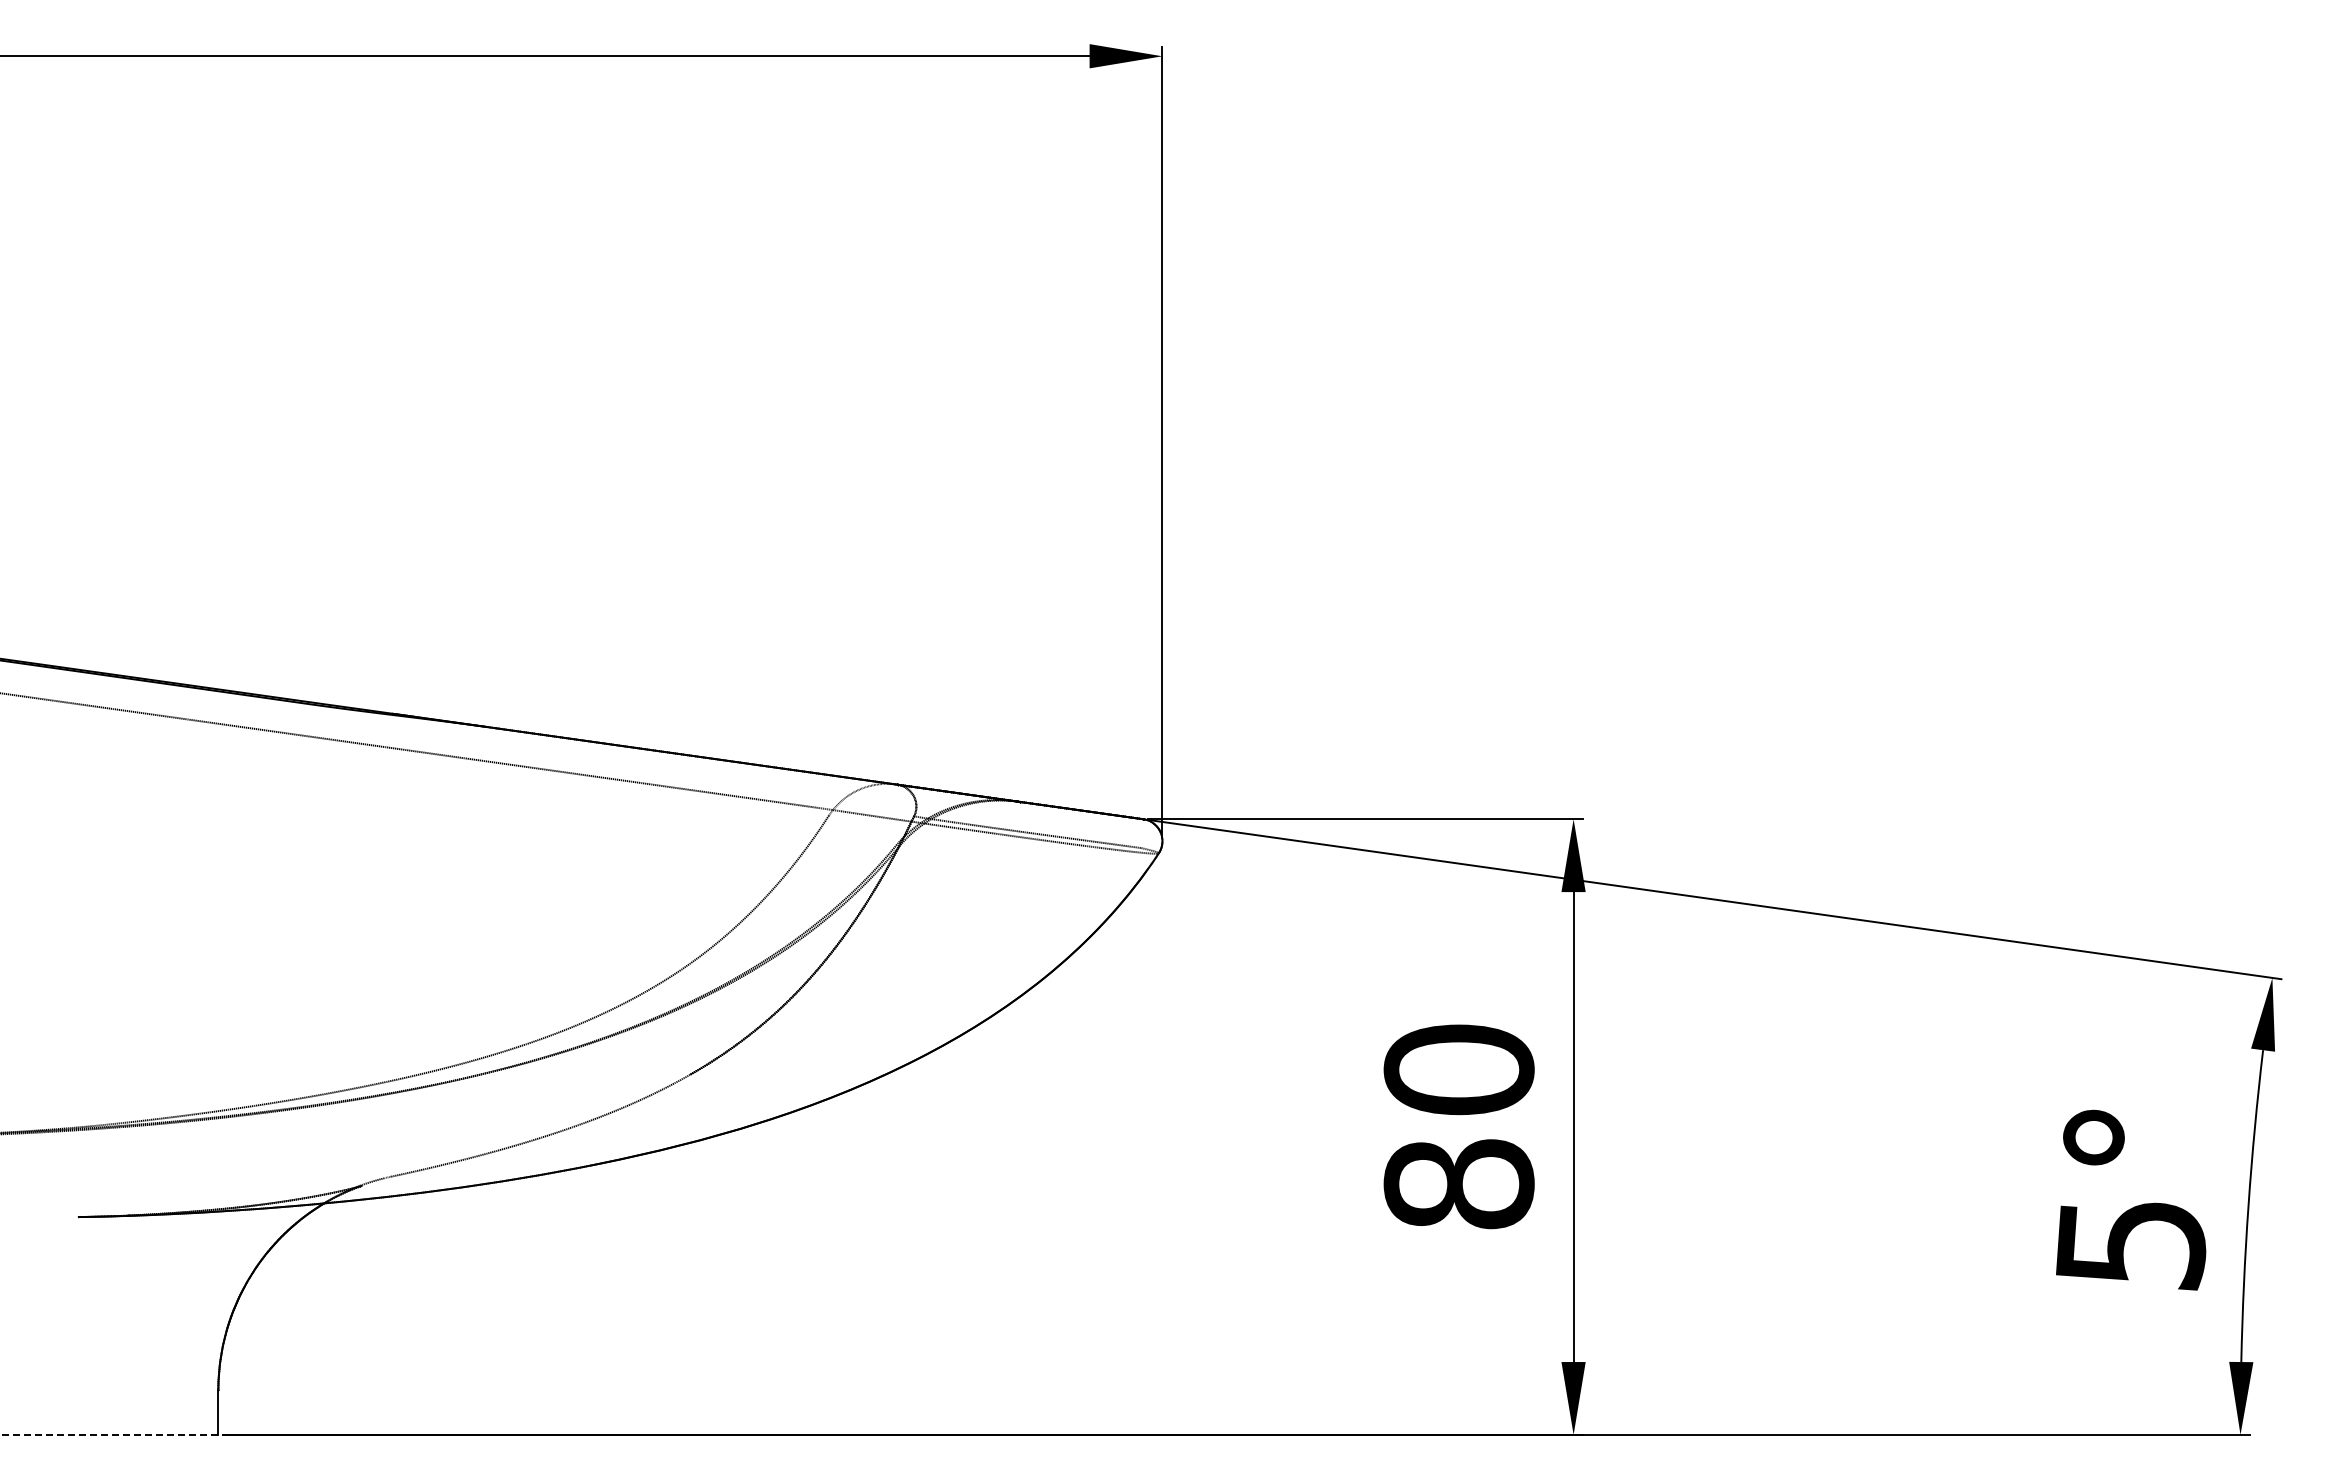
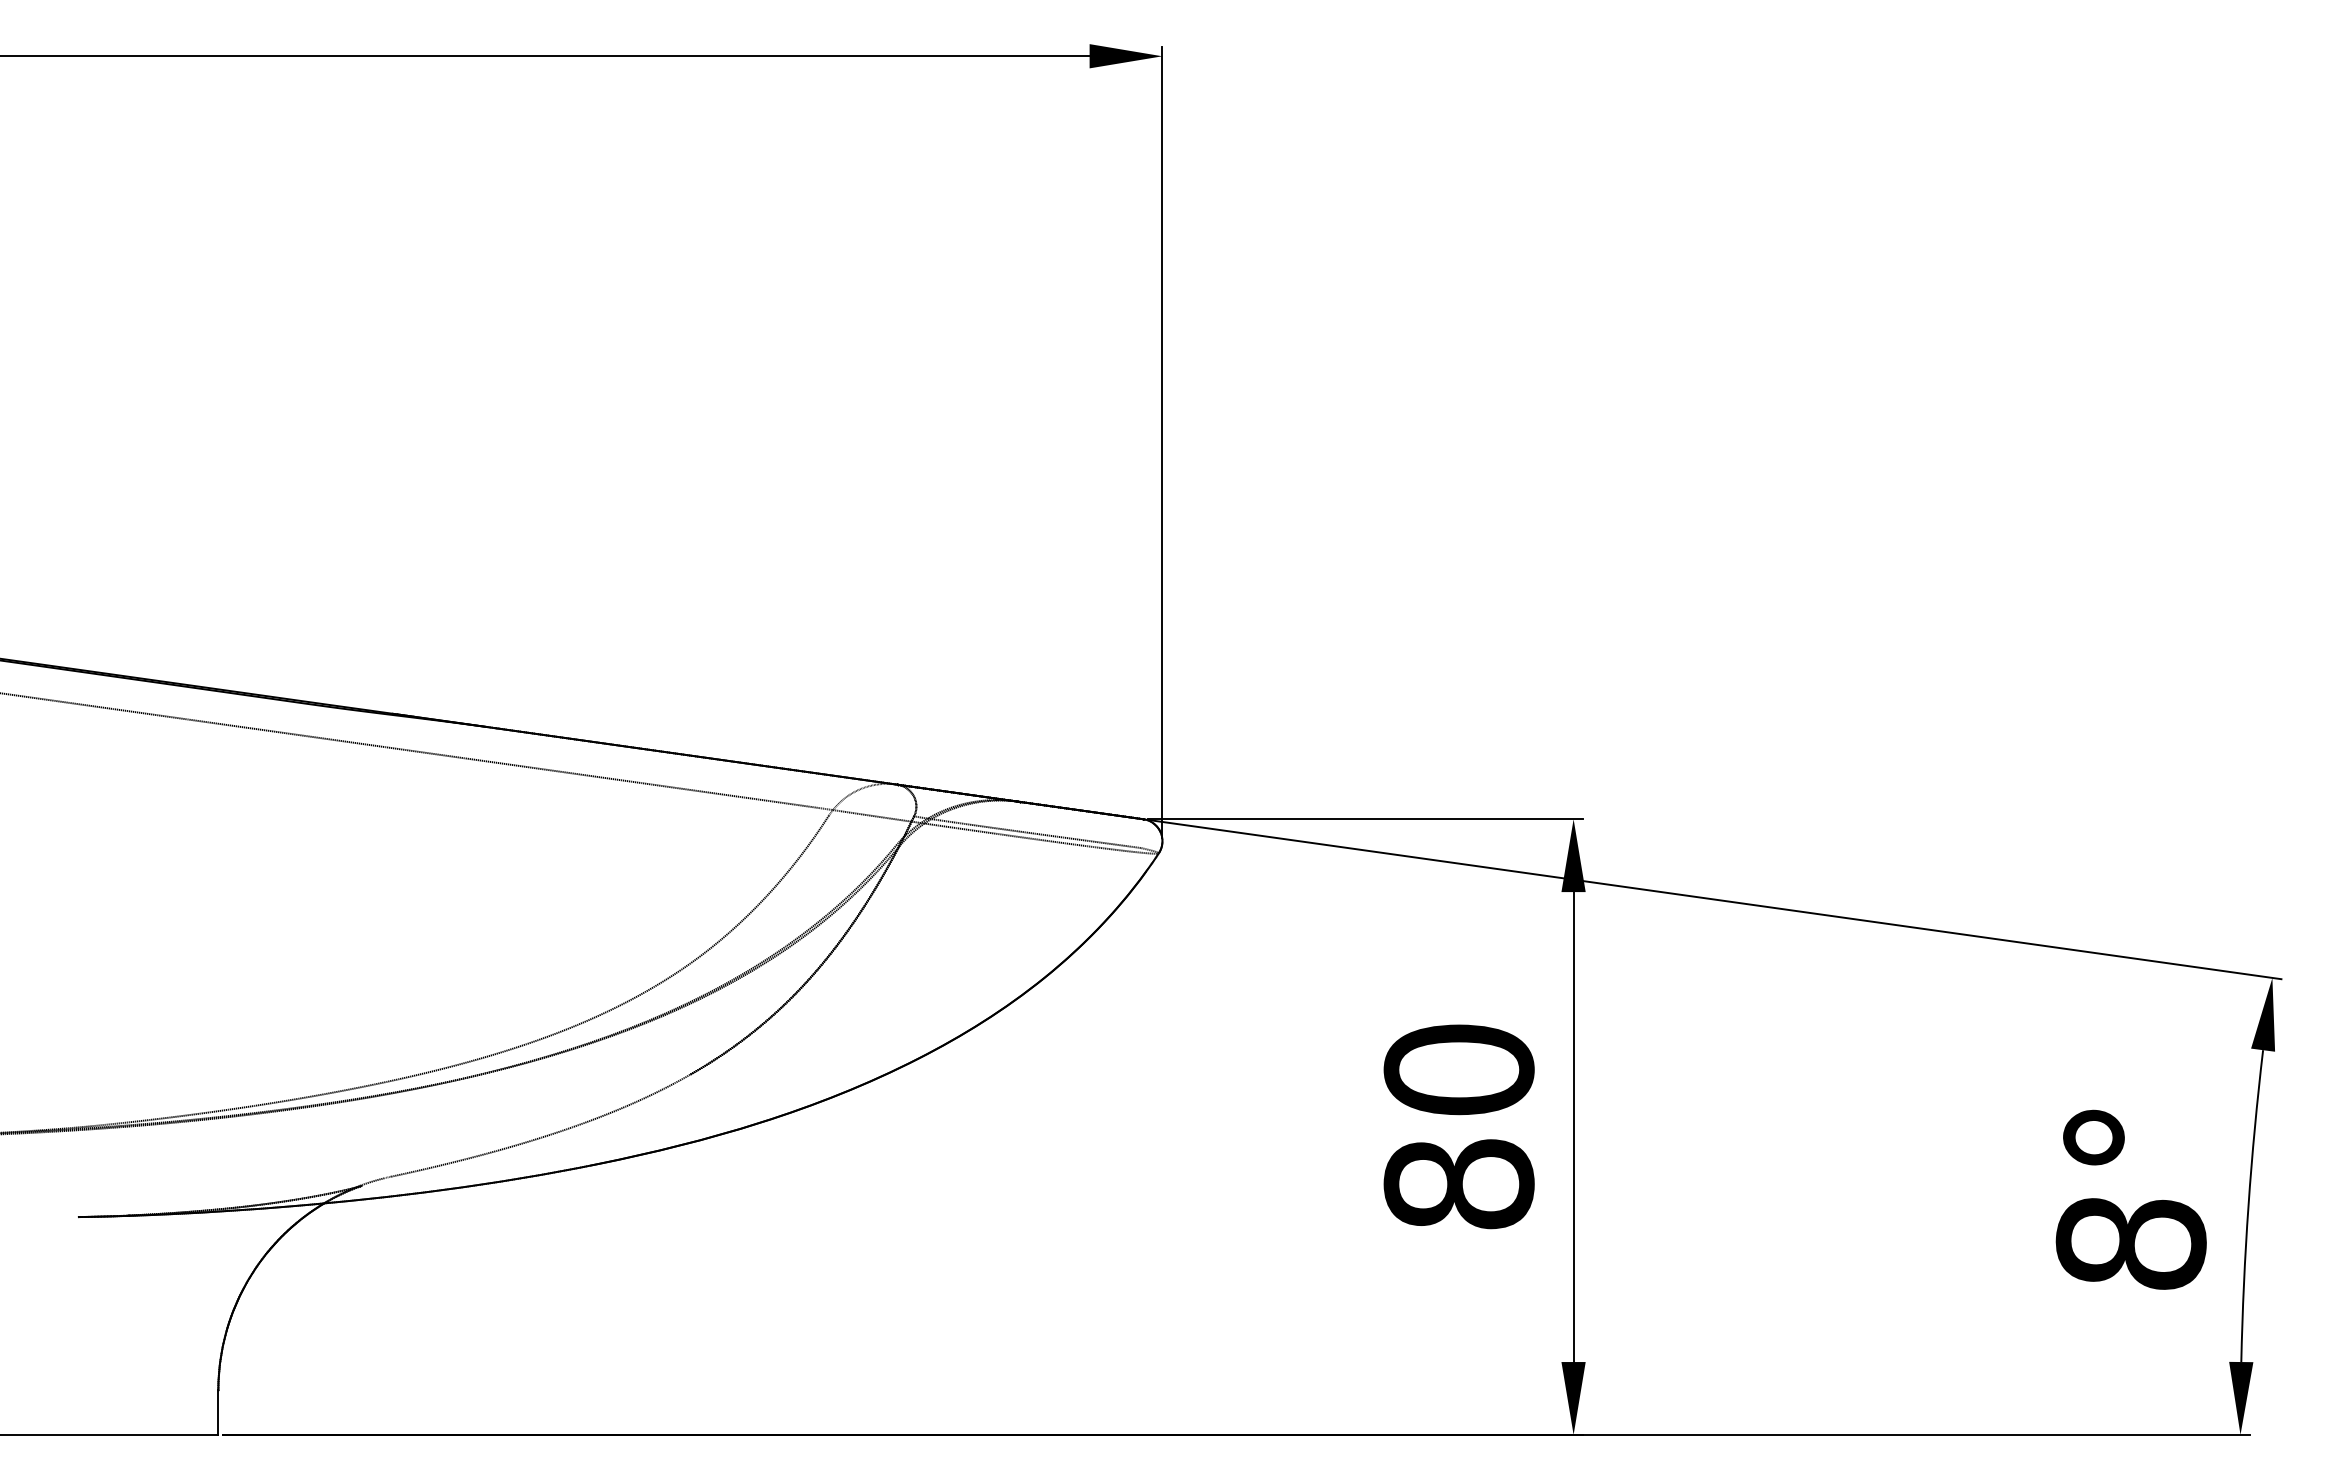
text at (2130, 1244): 5° -> 8°
line at (109, 1434): dashed -> solid
